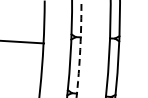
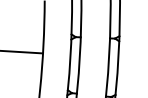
line at (23, 41) position: (23, 41) -> (22, 51)
arc at (80, 48): dashed -> solid
